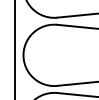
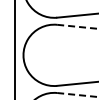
line at (78, 26): solid -> dashed
line at (78, 95): solid -> dashed
